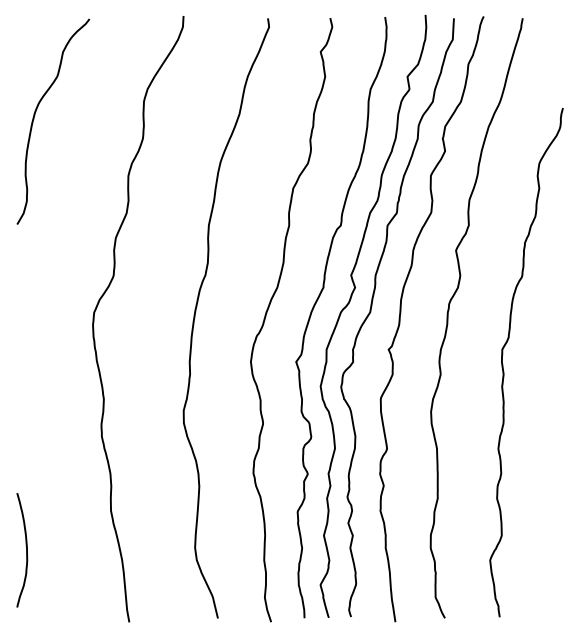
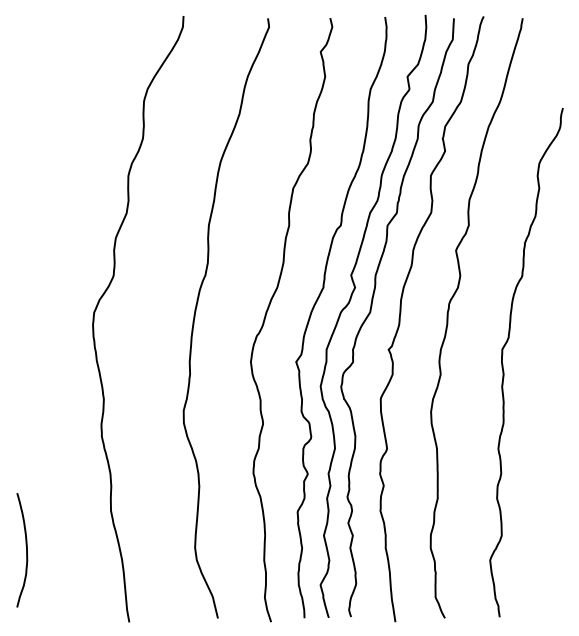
curve at (35, 115): present -> none
